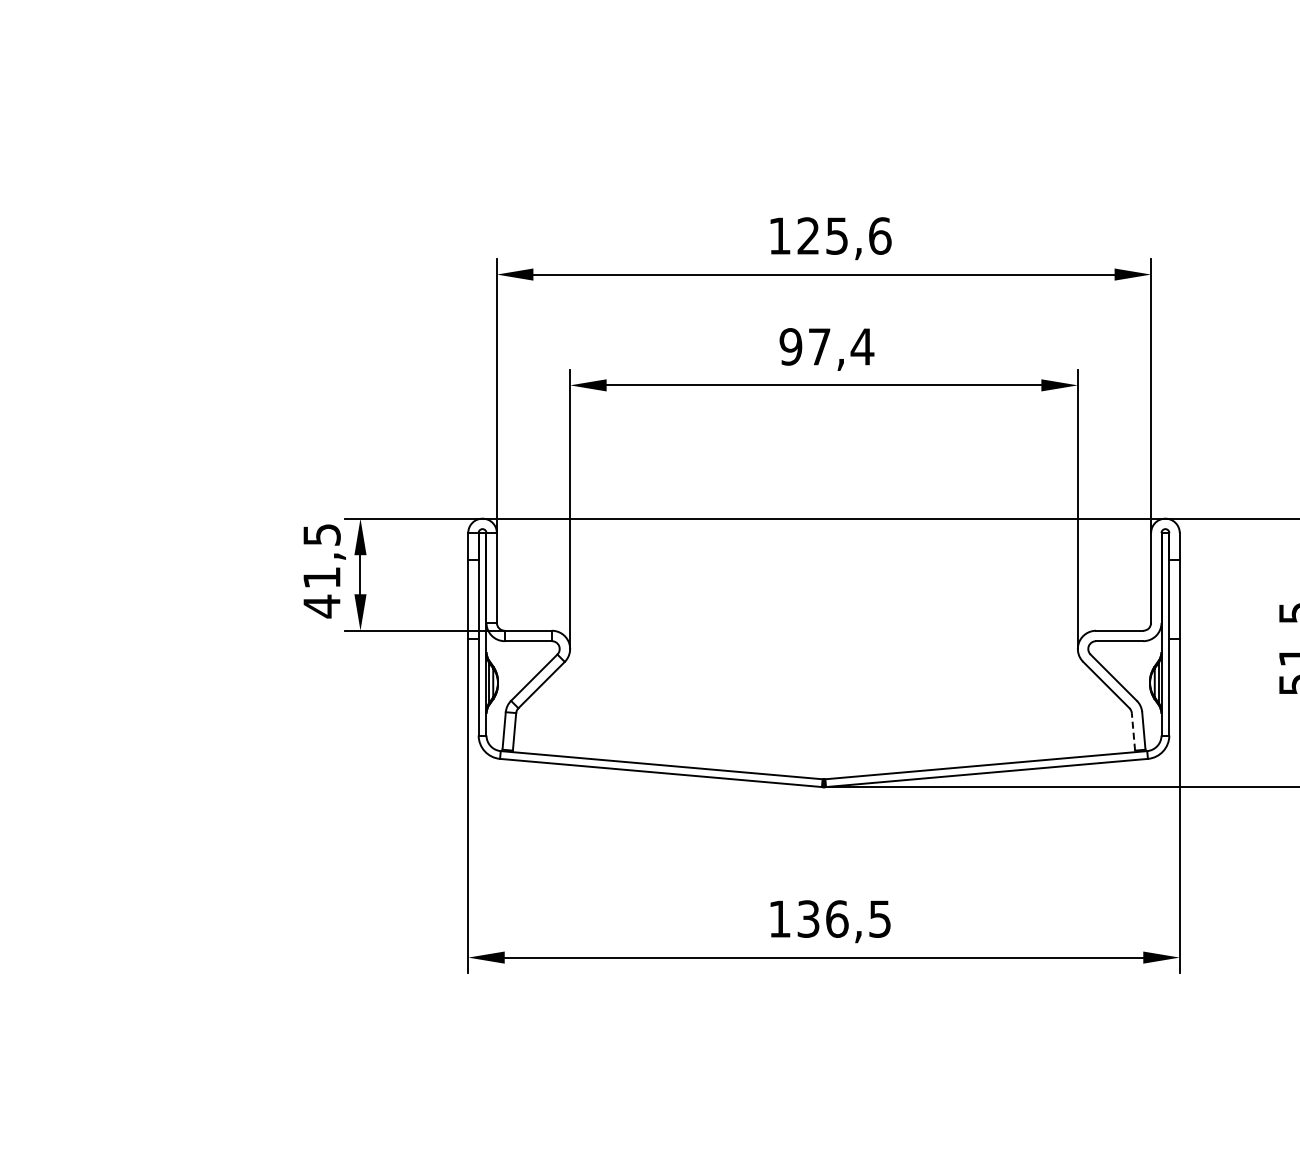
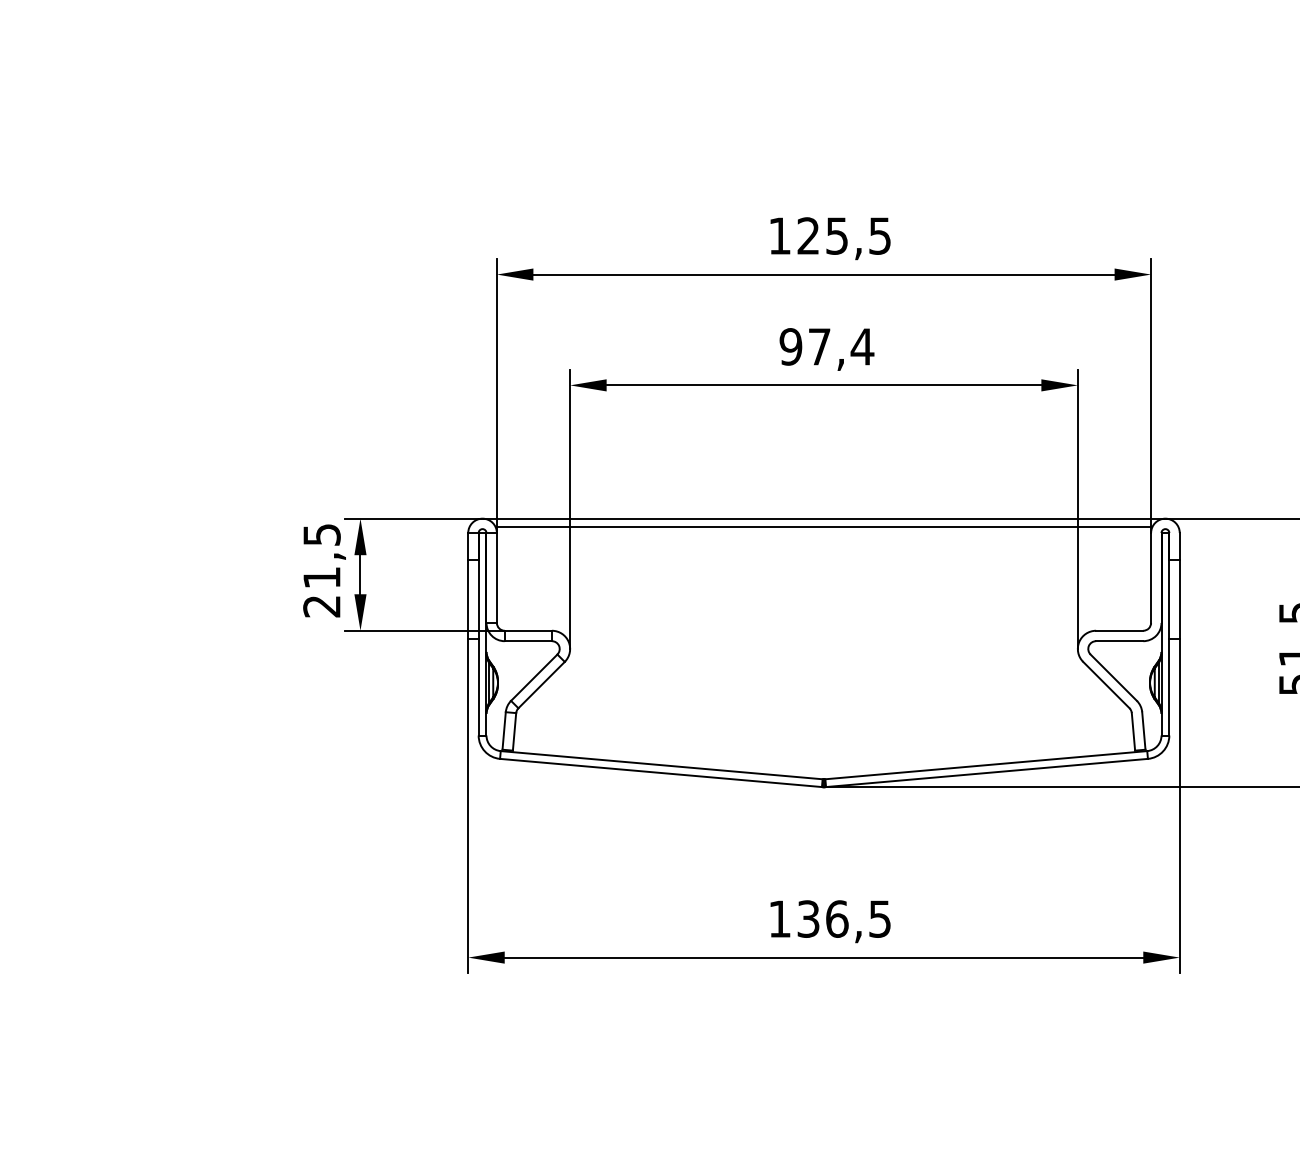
text at (880, 235): 125,6 -> 125,5
line at (823, 526): none -> present
text at (321, 606): 41,5 -> 21,5
line at (1133, 731): dashed -> solid
